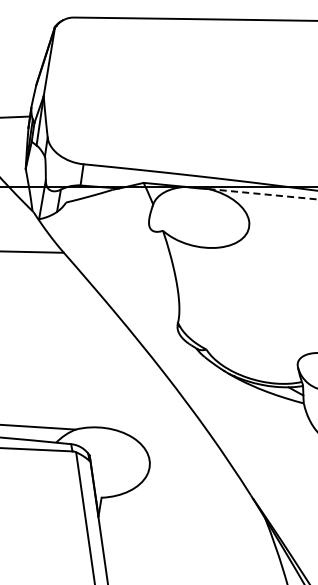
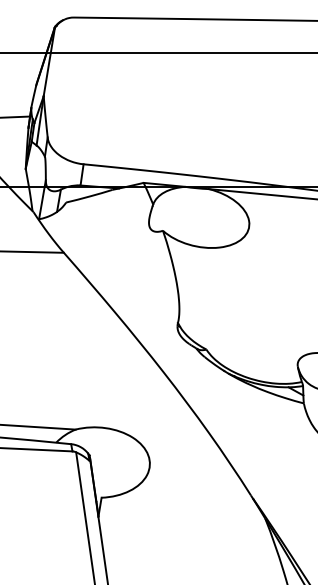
line at (158, 52): none -> present
line at (262, 194): dashed -> solid
